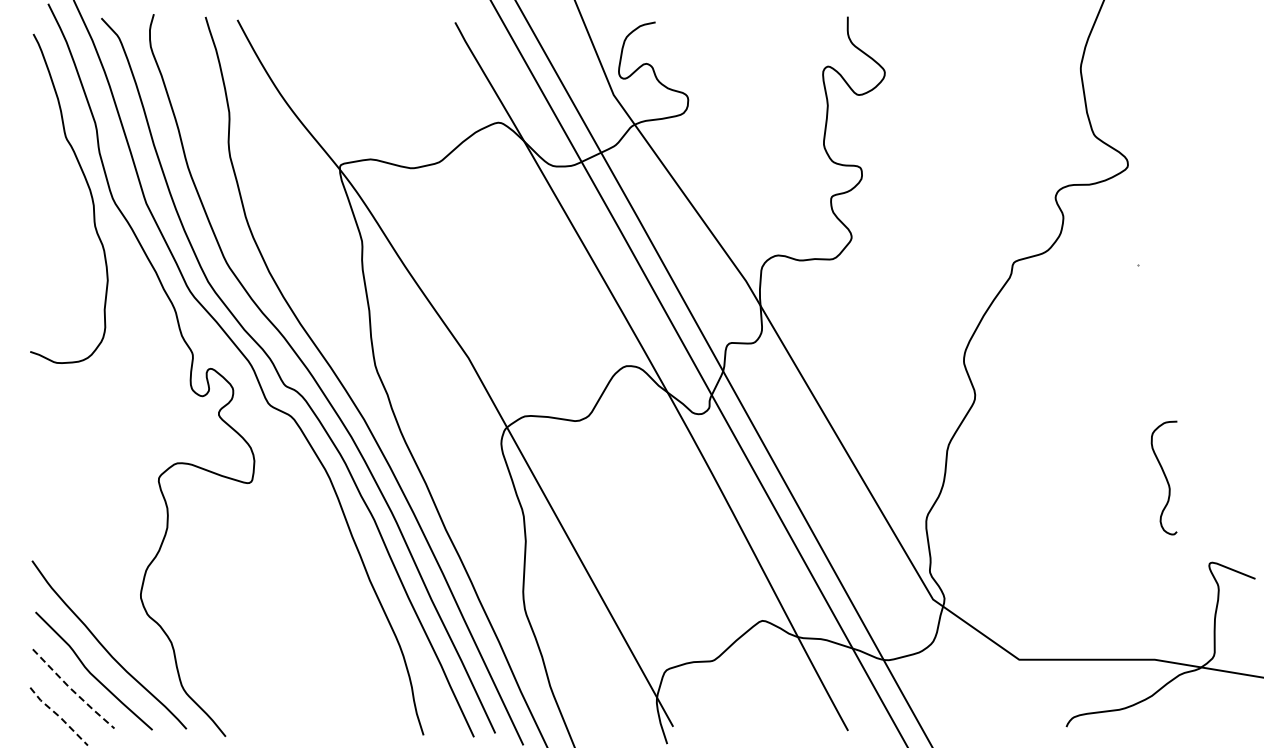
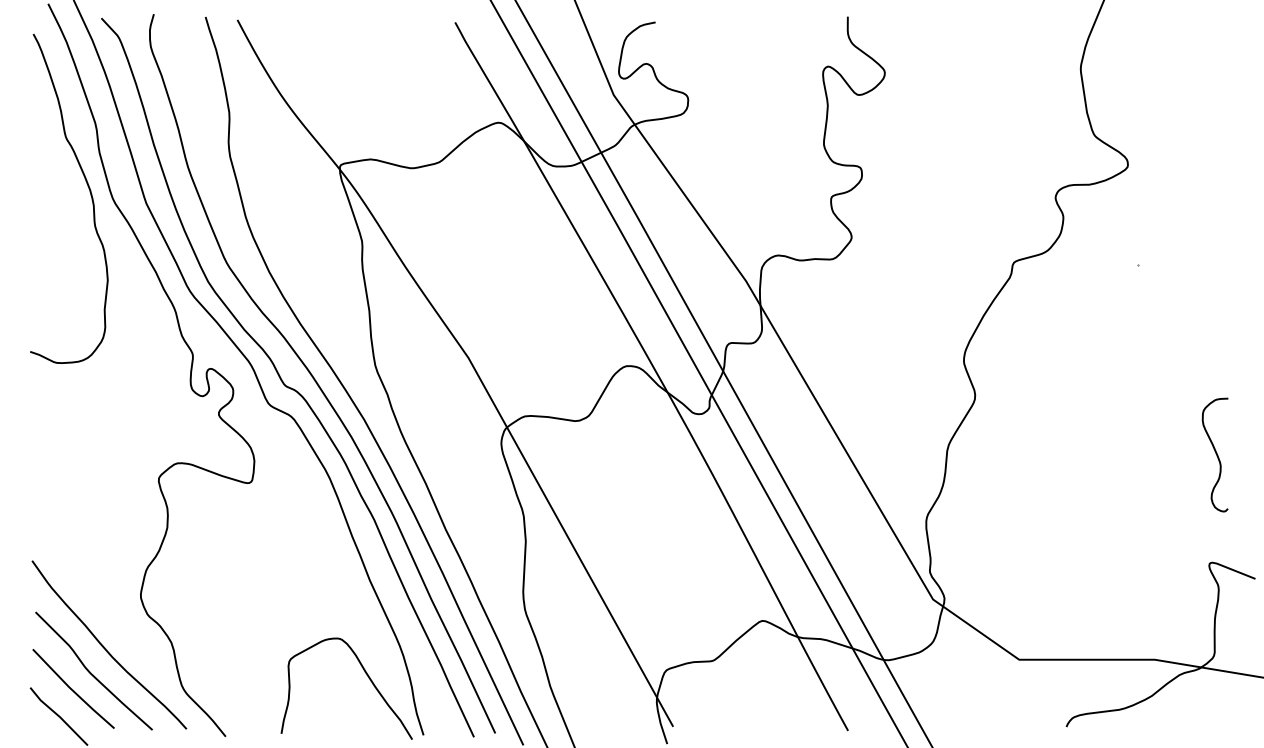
curve at (1164, 476) position: (1164, 476) -> (1215, 453)
curve at (366, 675): none -> present
line at (72, 690): dashed -> solid
line at (58, 716): dashed -> solid
